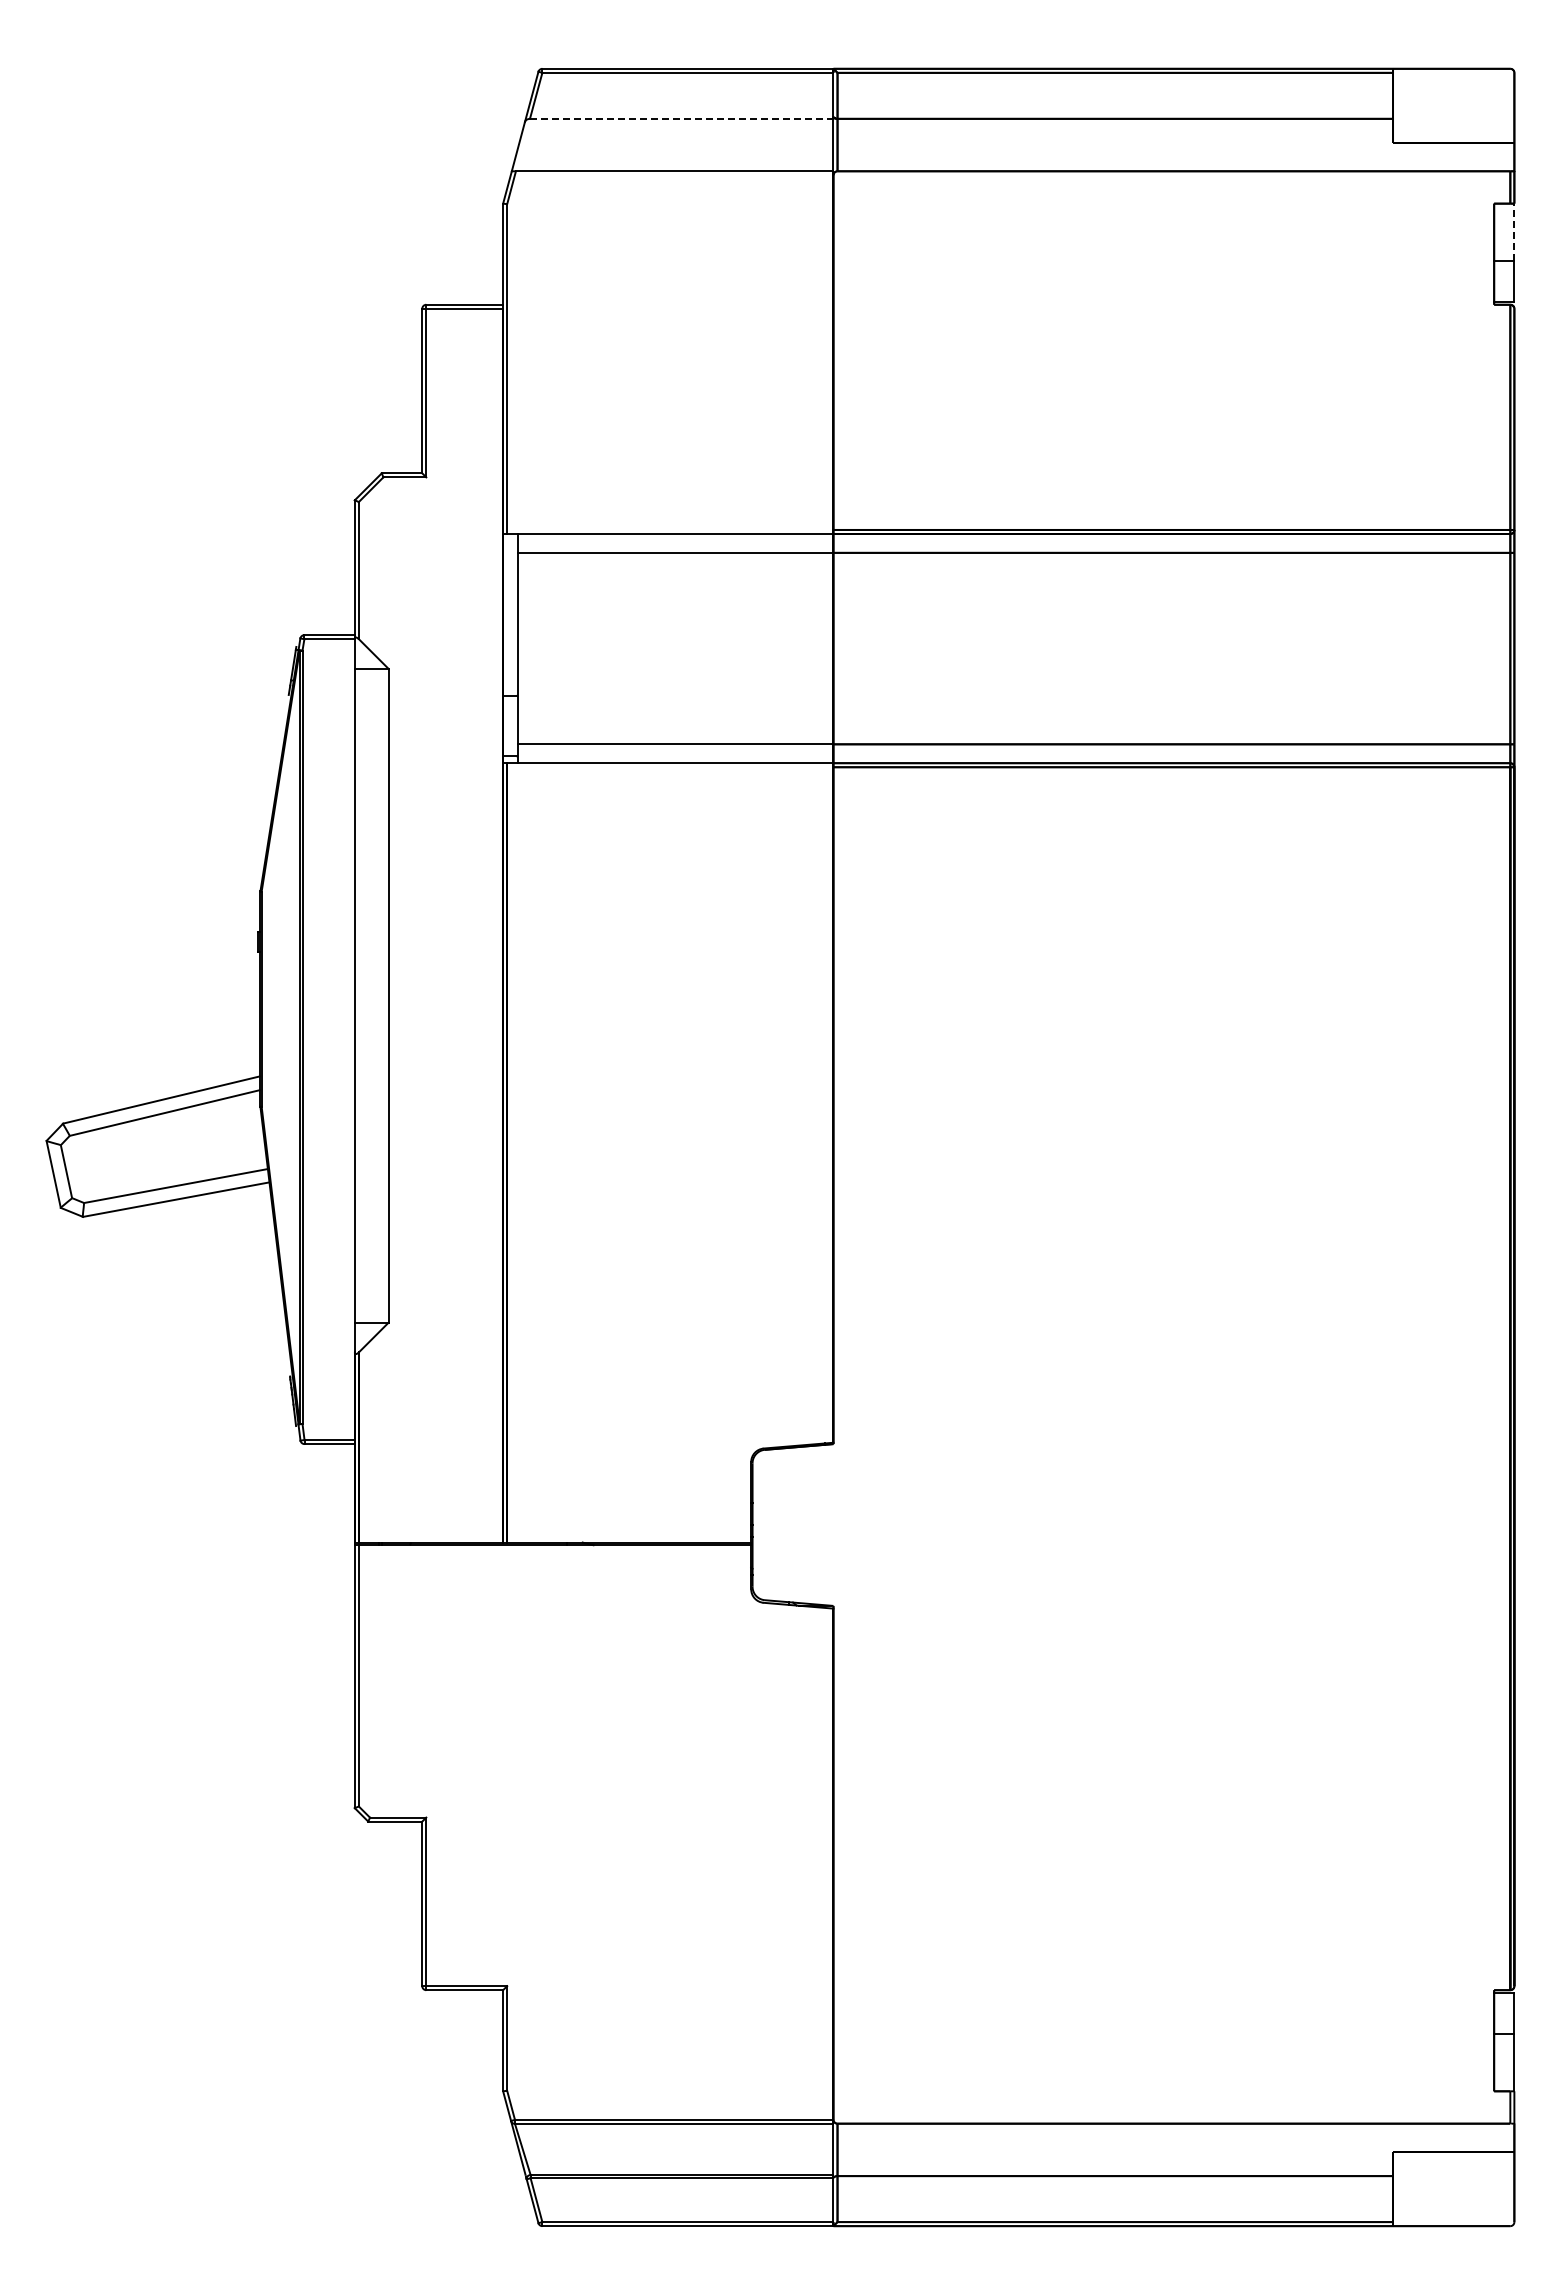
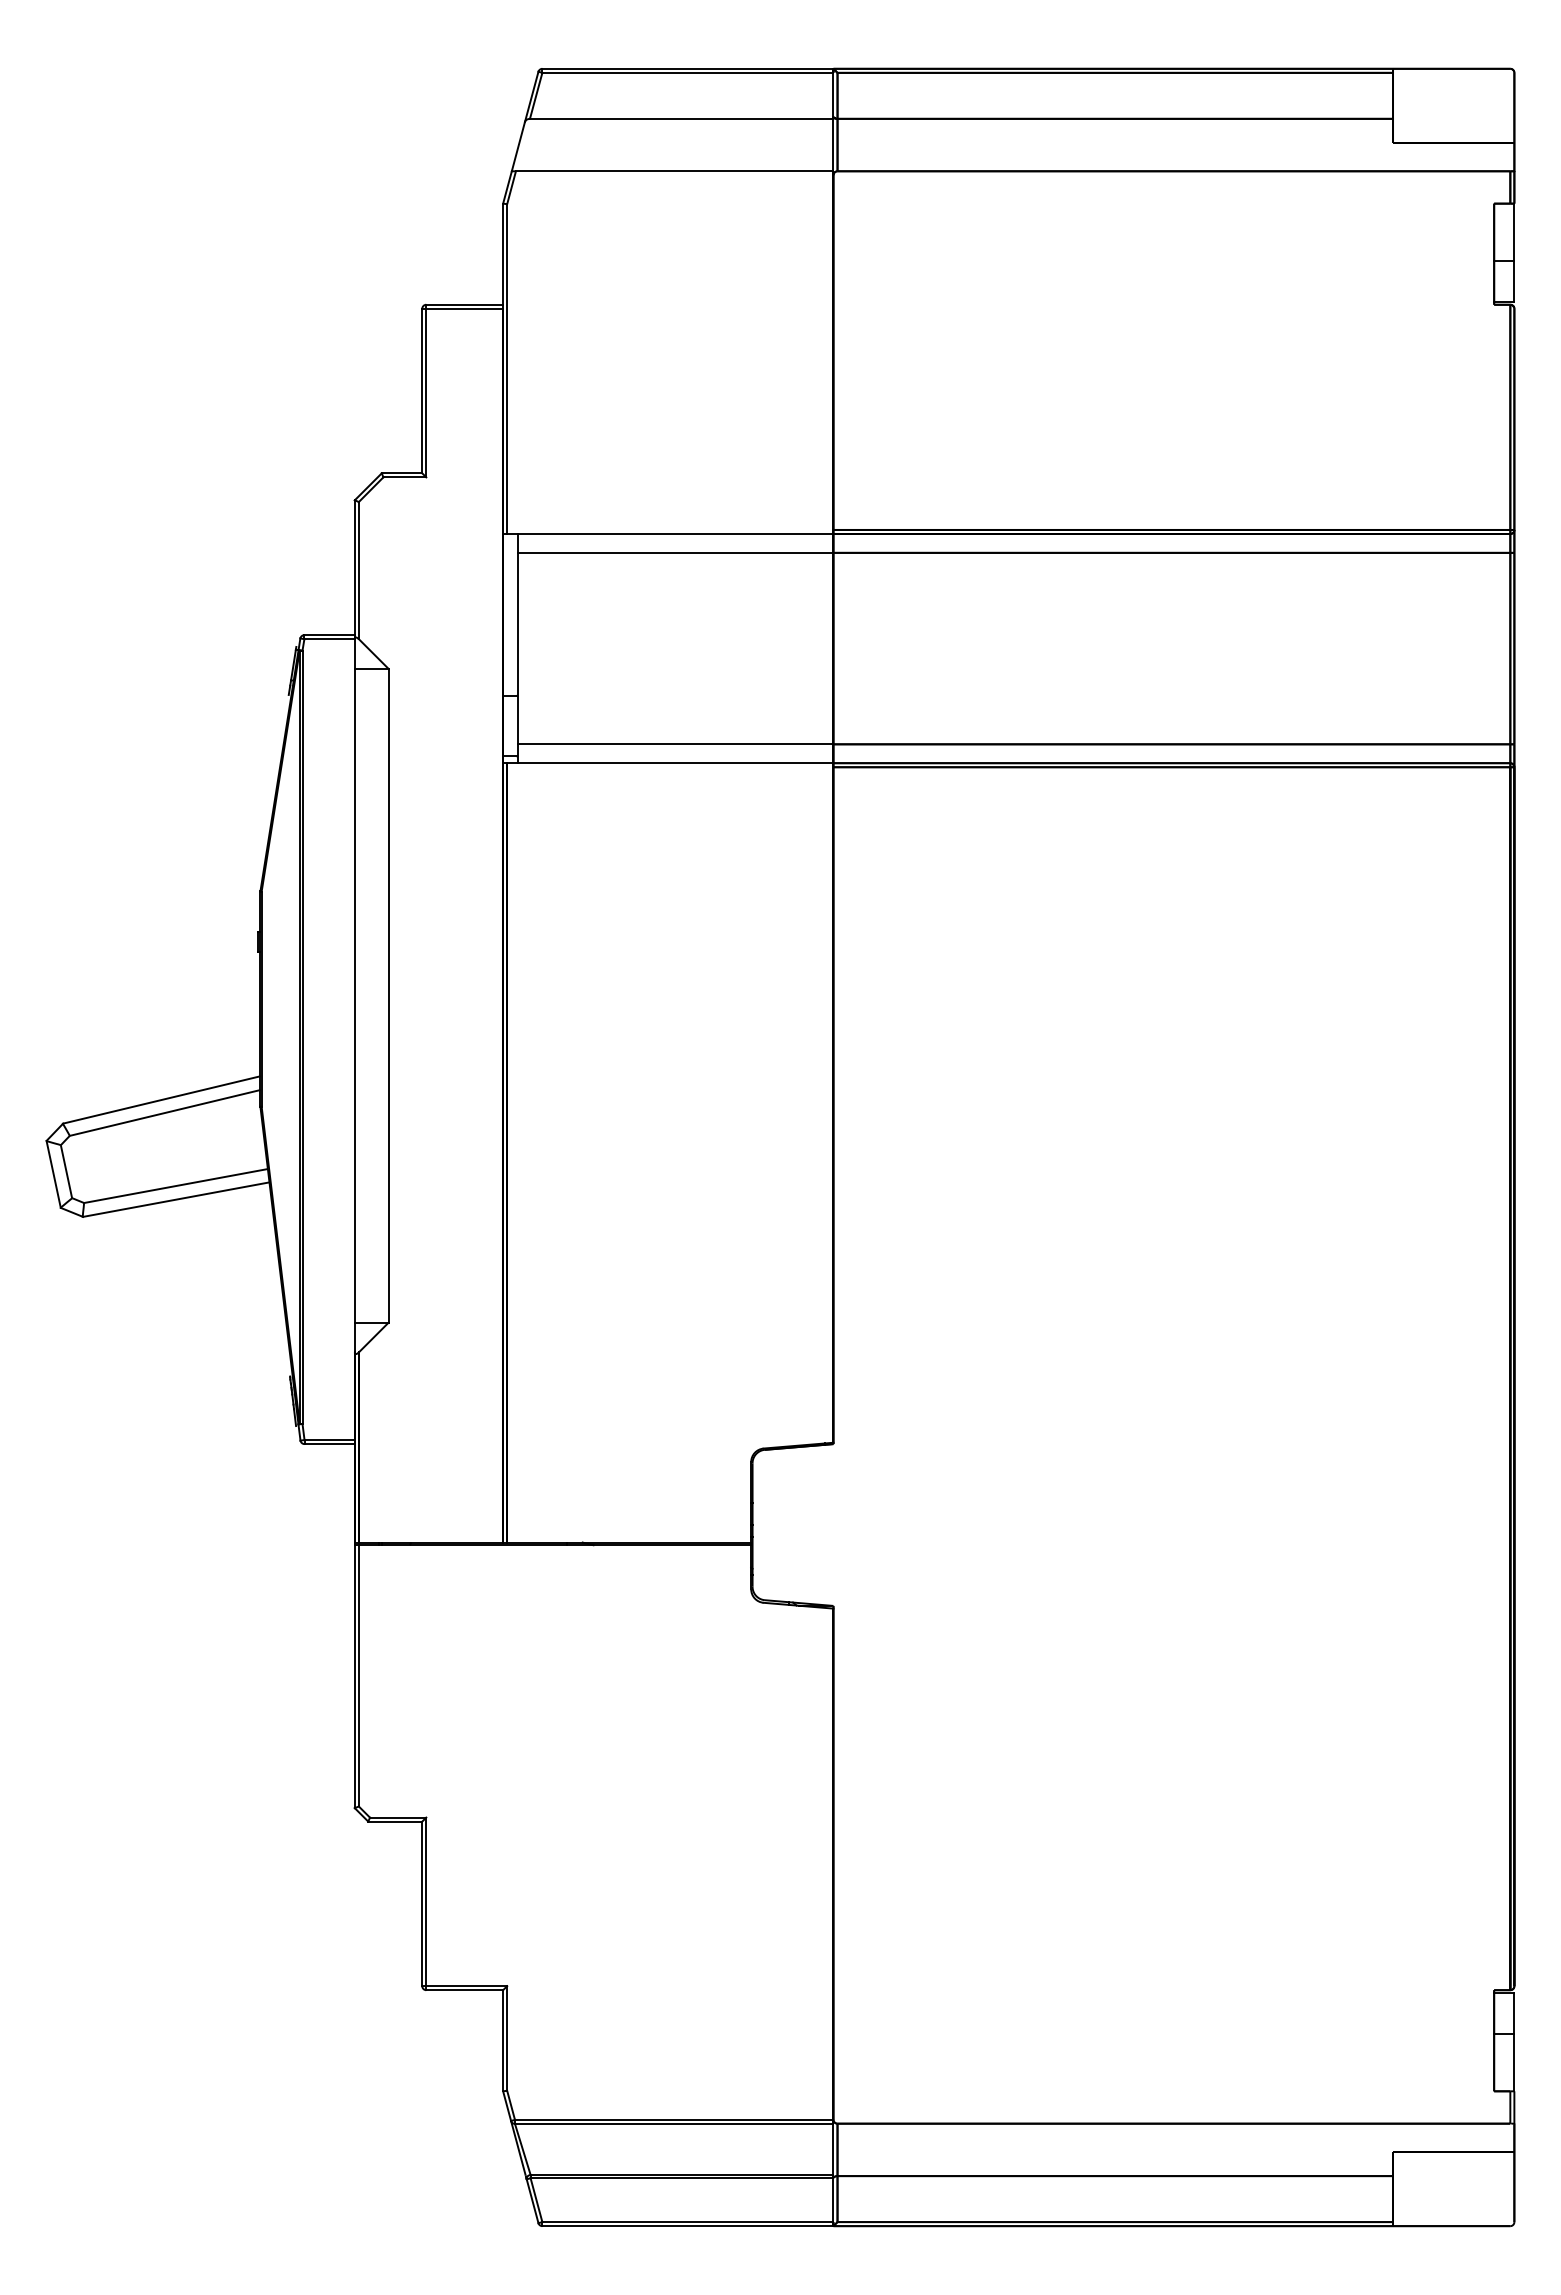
line at (681, 118): dashed -> solid
line at (1514, 231): dashed -> solid
